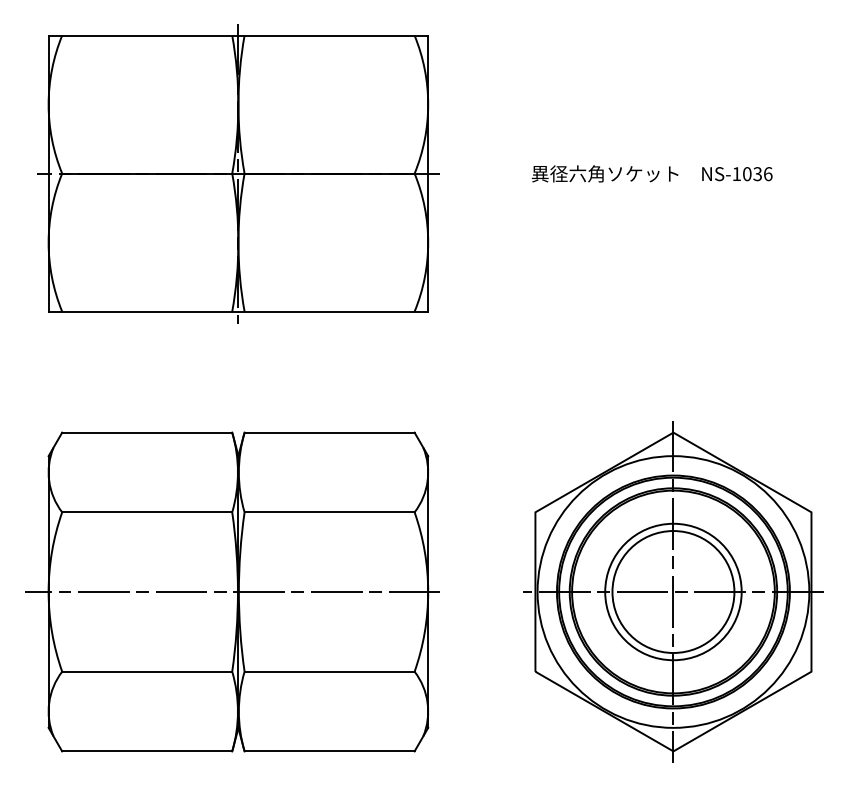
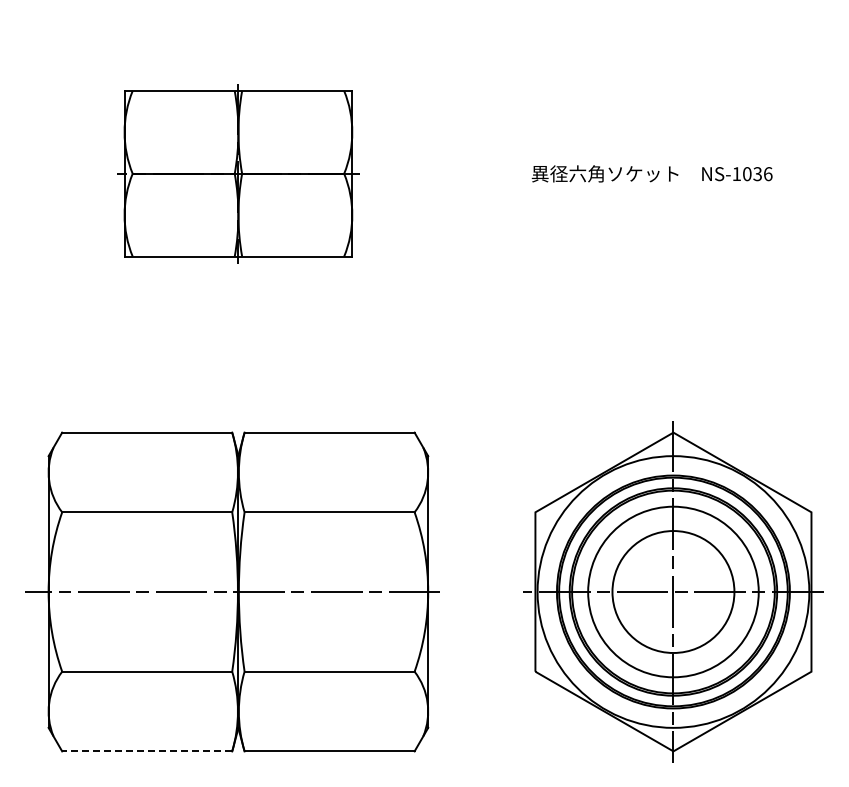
part at (238, 173) size: 403x300 px -> 243x180 px
circle at (673, 591) diameter: 136 px -> 171 px
line at (146, 751): solid -> dashed
